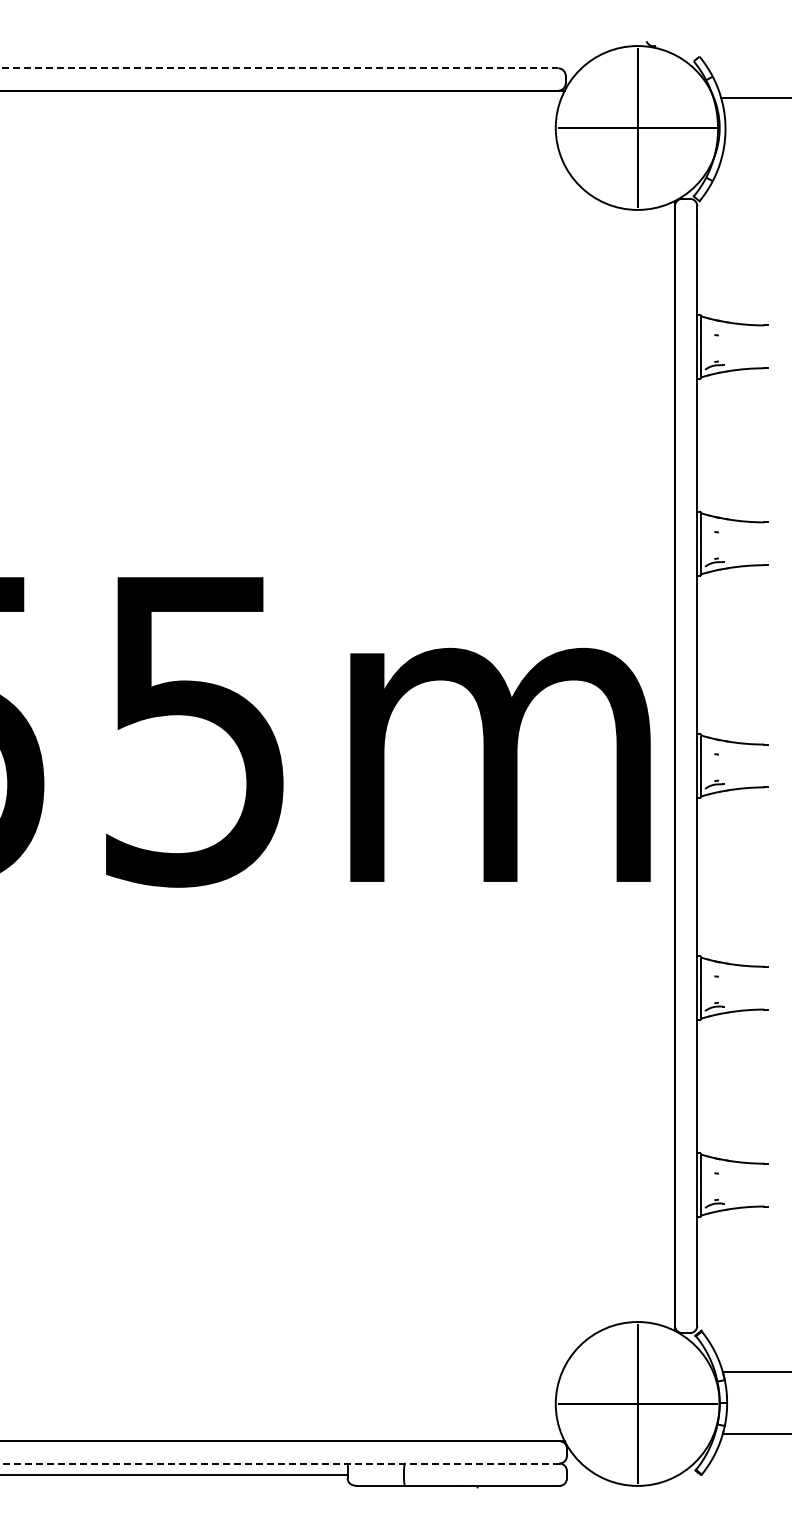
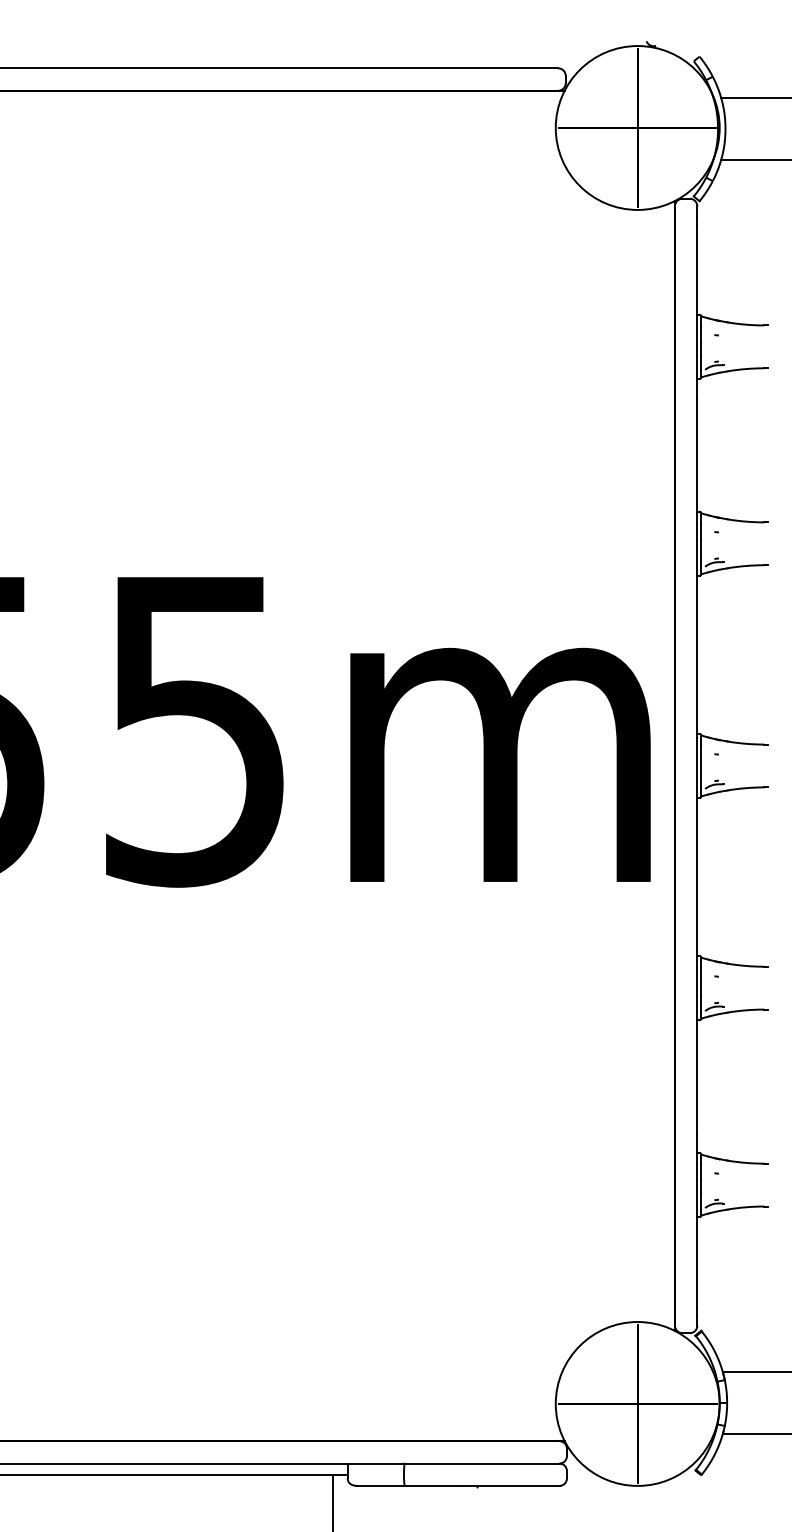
line at (279, 68): dashed -> solid
line at (754, 160): none -> present
line at (279, 1463): dashed -> solid
line at (332, 1501): none -> present
